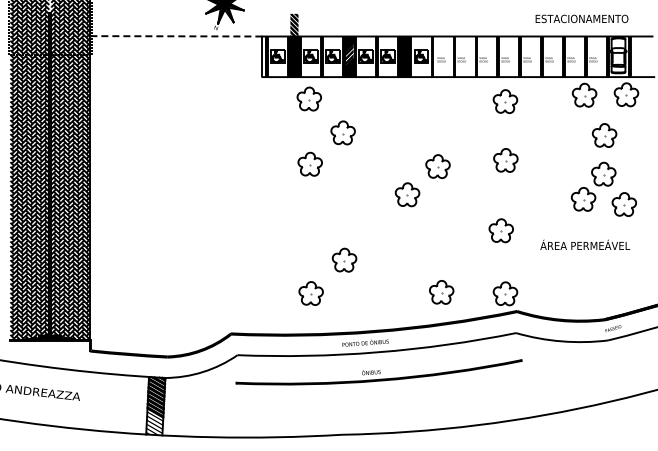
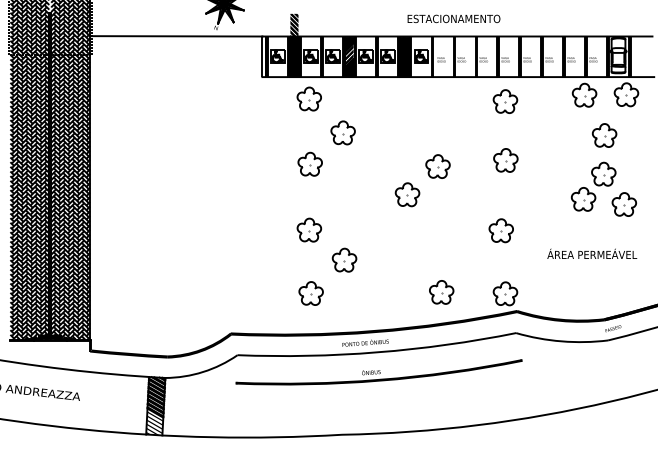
text at (581, 18) position: (581, 18) -> (453, 18)
line at (176, 36): dashed -> solid
part at (309, 229): none -> present
text at (585, 244) position: (585, 244) -> (592, 253)
